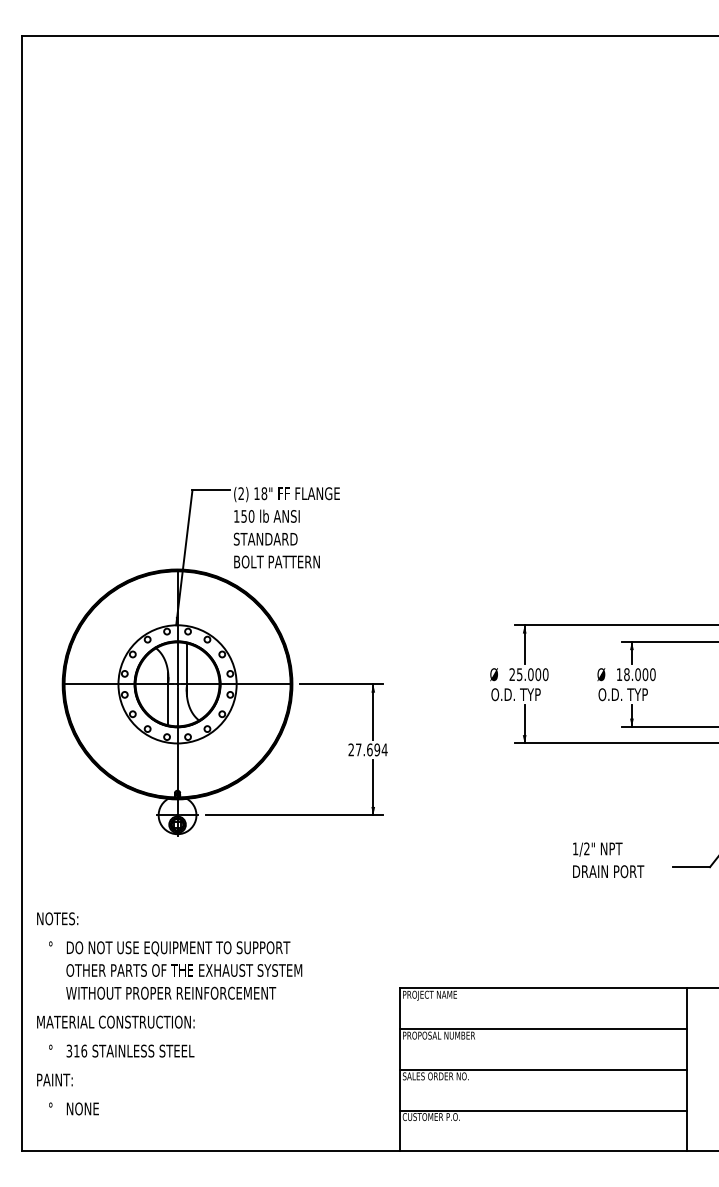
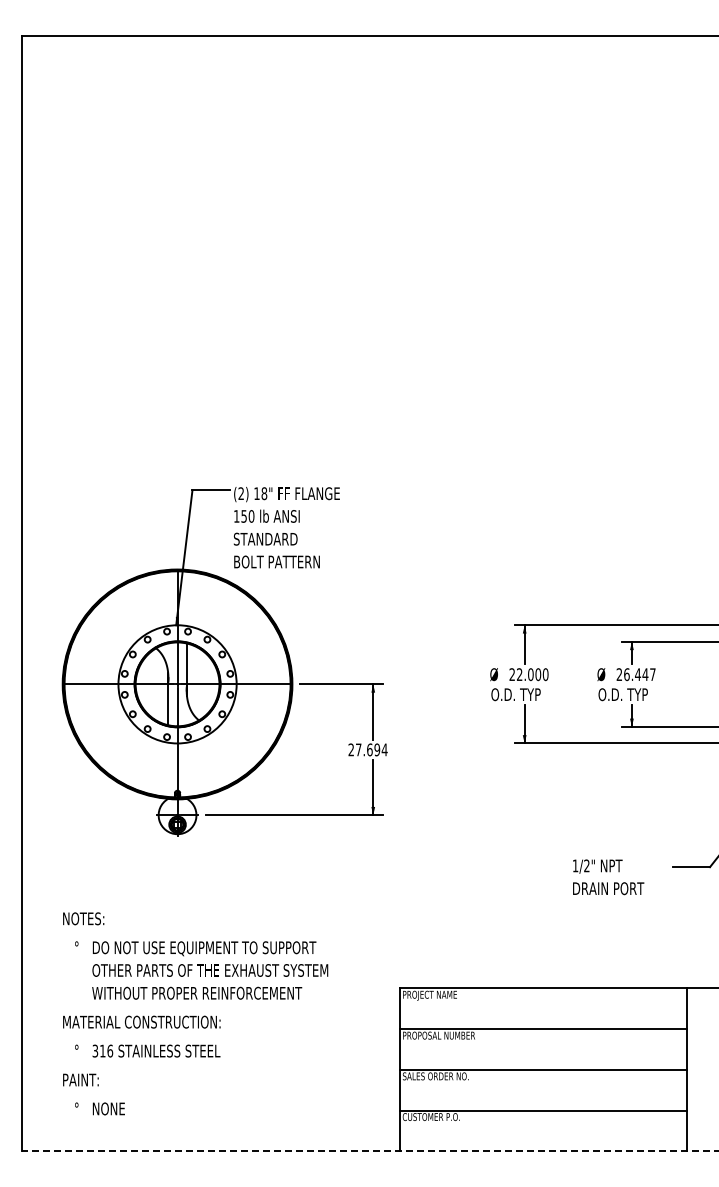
text at (519, 674): 25.000 -> 22.000
text at (635, 674): 18.000 -> 26.447
text at (608, 860) position: (608, 860) -> (608, 877)
text at (169, 1013) position: (169, 1013) -> (195, 1013)
line at (369, 1151): solid -> dashed
